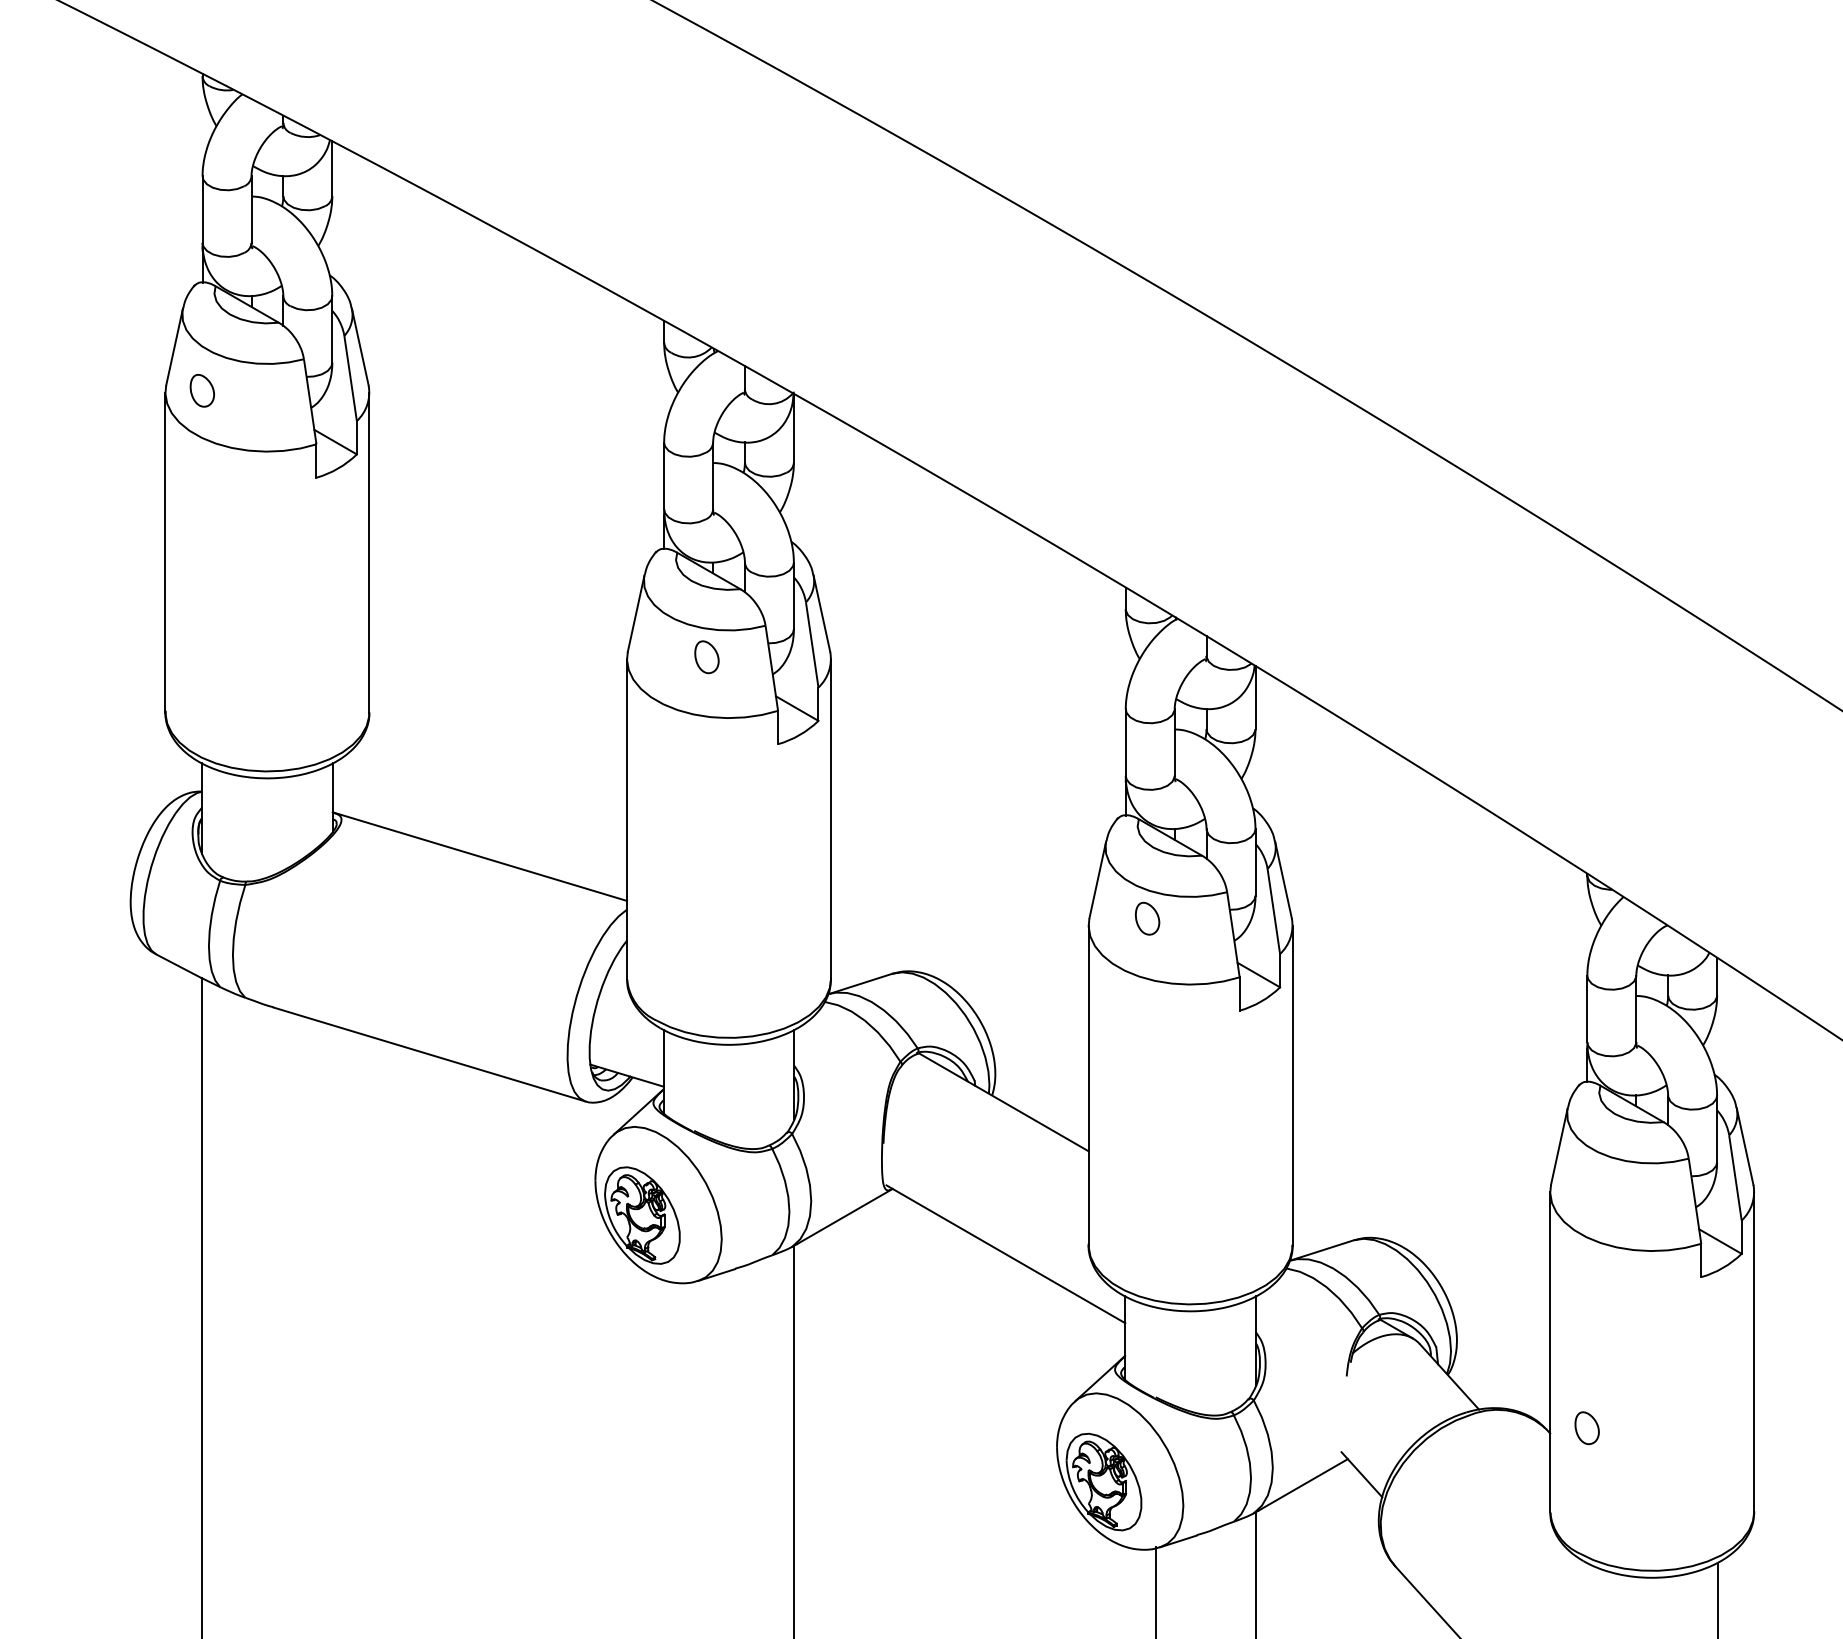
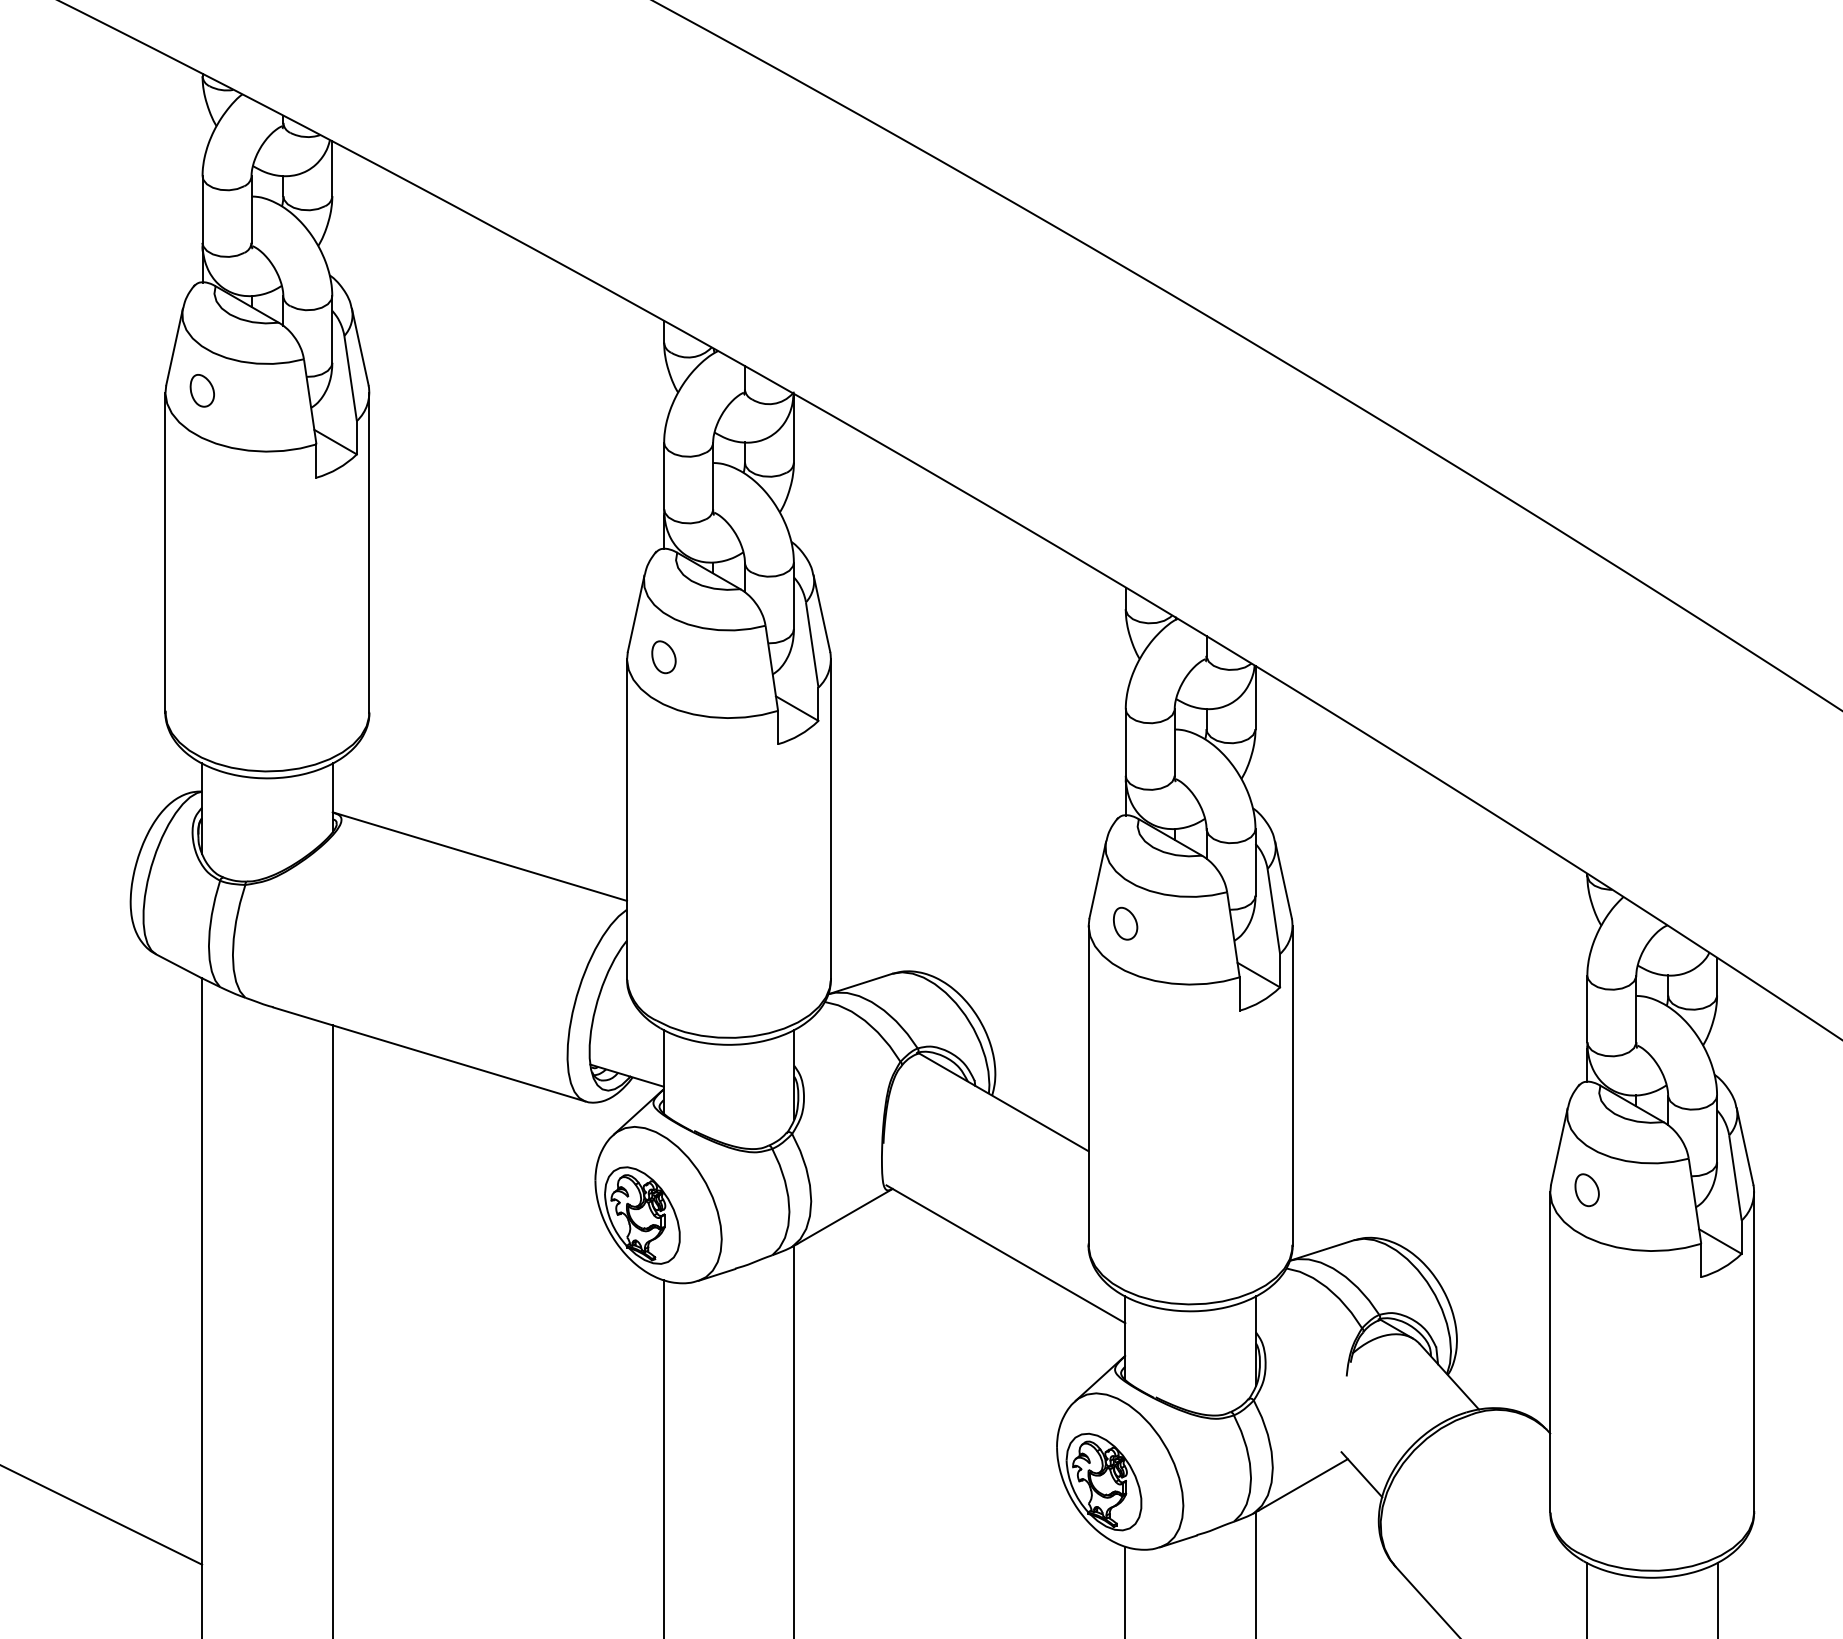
part at (706, 657) position: (706, 657) -> (663, 657)
part at (1147, 918) position: (1147, 918) -> (1125, 923)
line at (332, 1330): none -> present
part at (1586, 1428) position: (1586, 1428) -> (1586, 1190)
line at (663, 1457): none -> present
line at (102, 1515): none -> present
line at (1156, 1590) position: (1156, 1590) -> (1125, 1590)
line at (1586, 1598): none -> present
